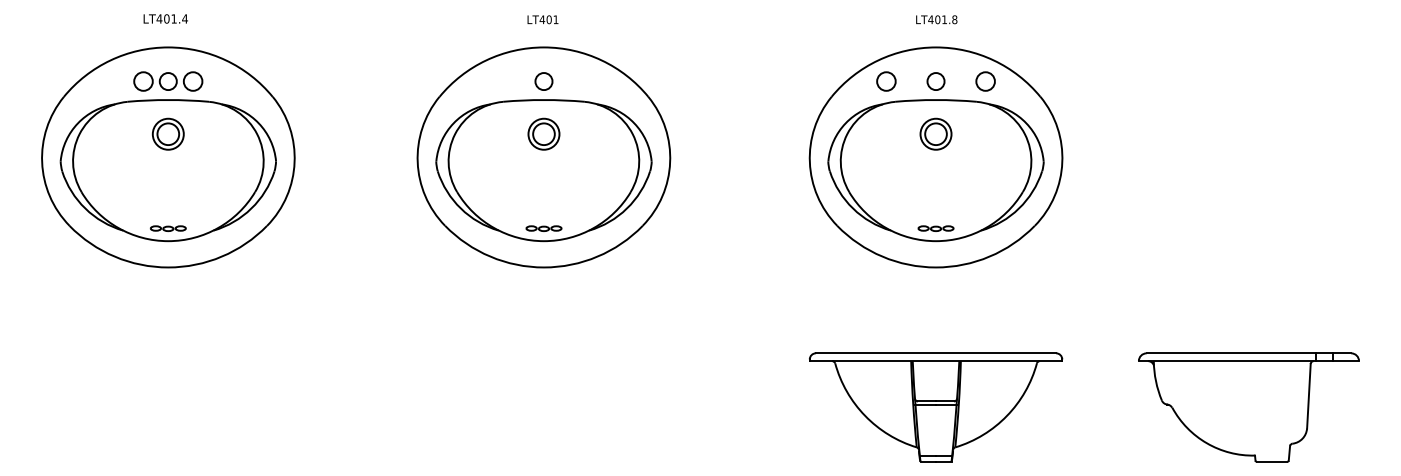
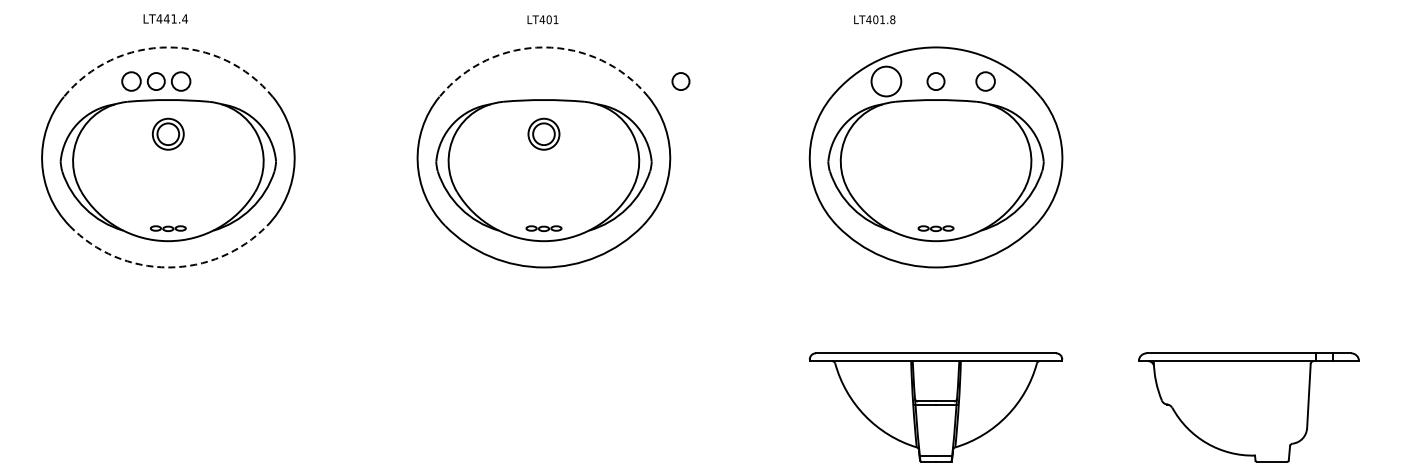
text at (166, 18): LT401.4 -> LT441.4
text at (936, 19) position: (936, 19) -> (874, 19)
arc at (168, 47): solid -> dashed
arc at (543, 47): solid -> dashed
part at (168, 81) position: (168, 81) -> (156, 81)
circle at (543, 81) position: (543, 81) -> (680, 81)
circle at (886, 81) diameter: 19 px -> 30 px
part at (935, 133): present -> none
arc at (168, 267): solid -> dashed
